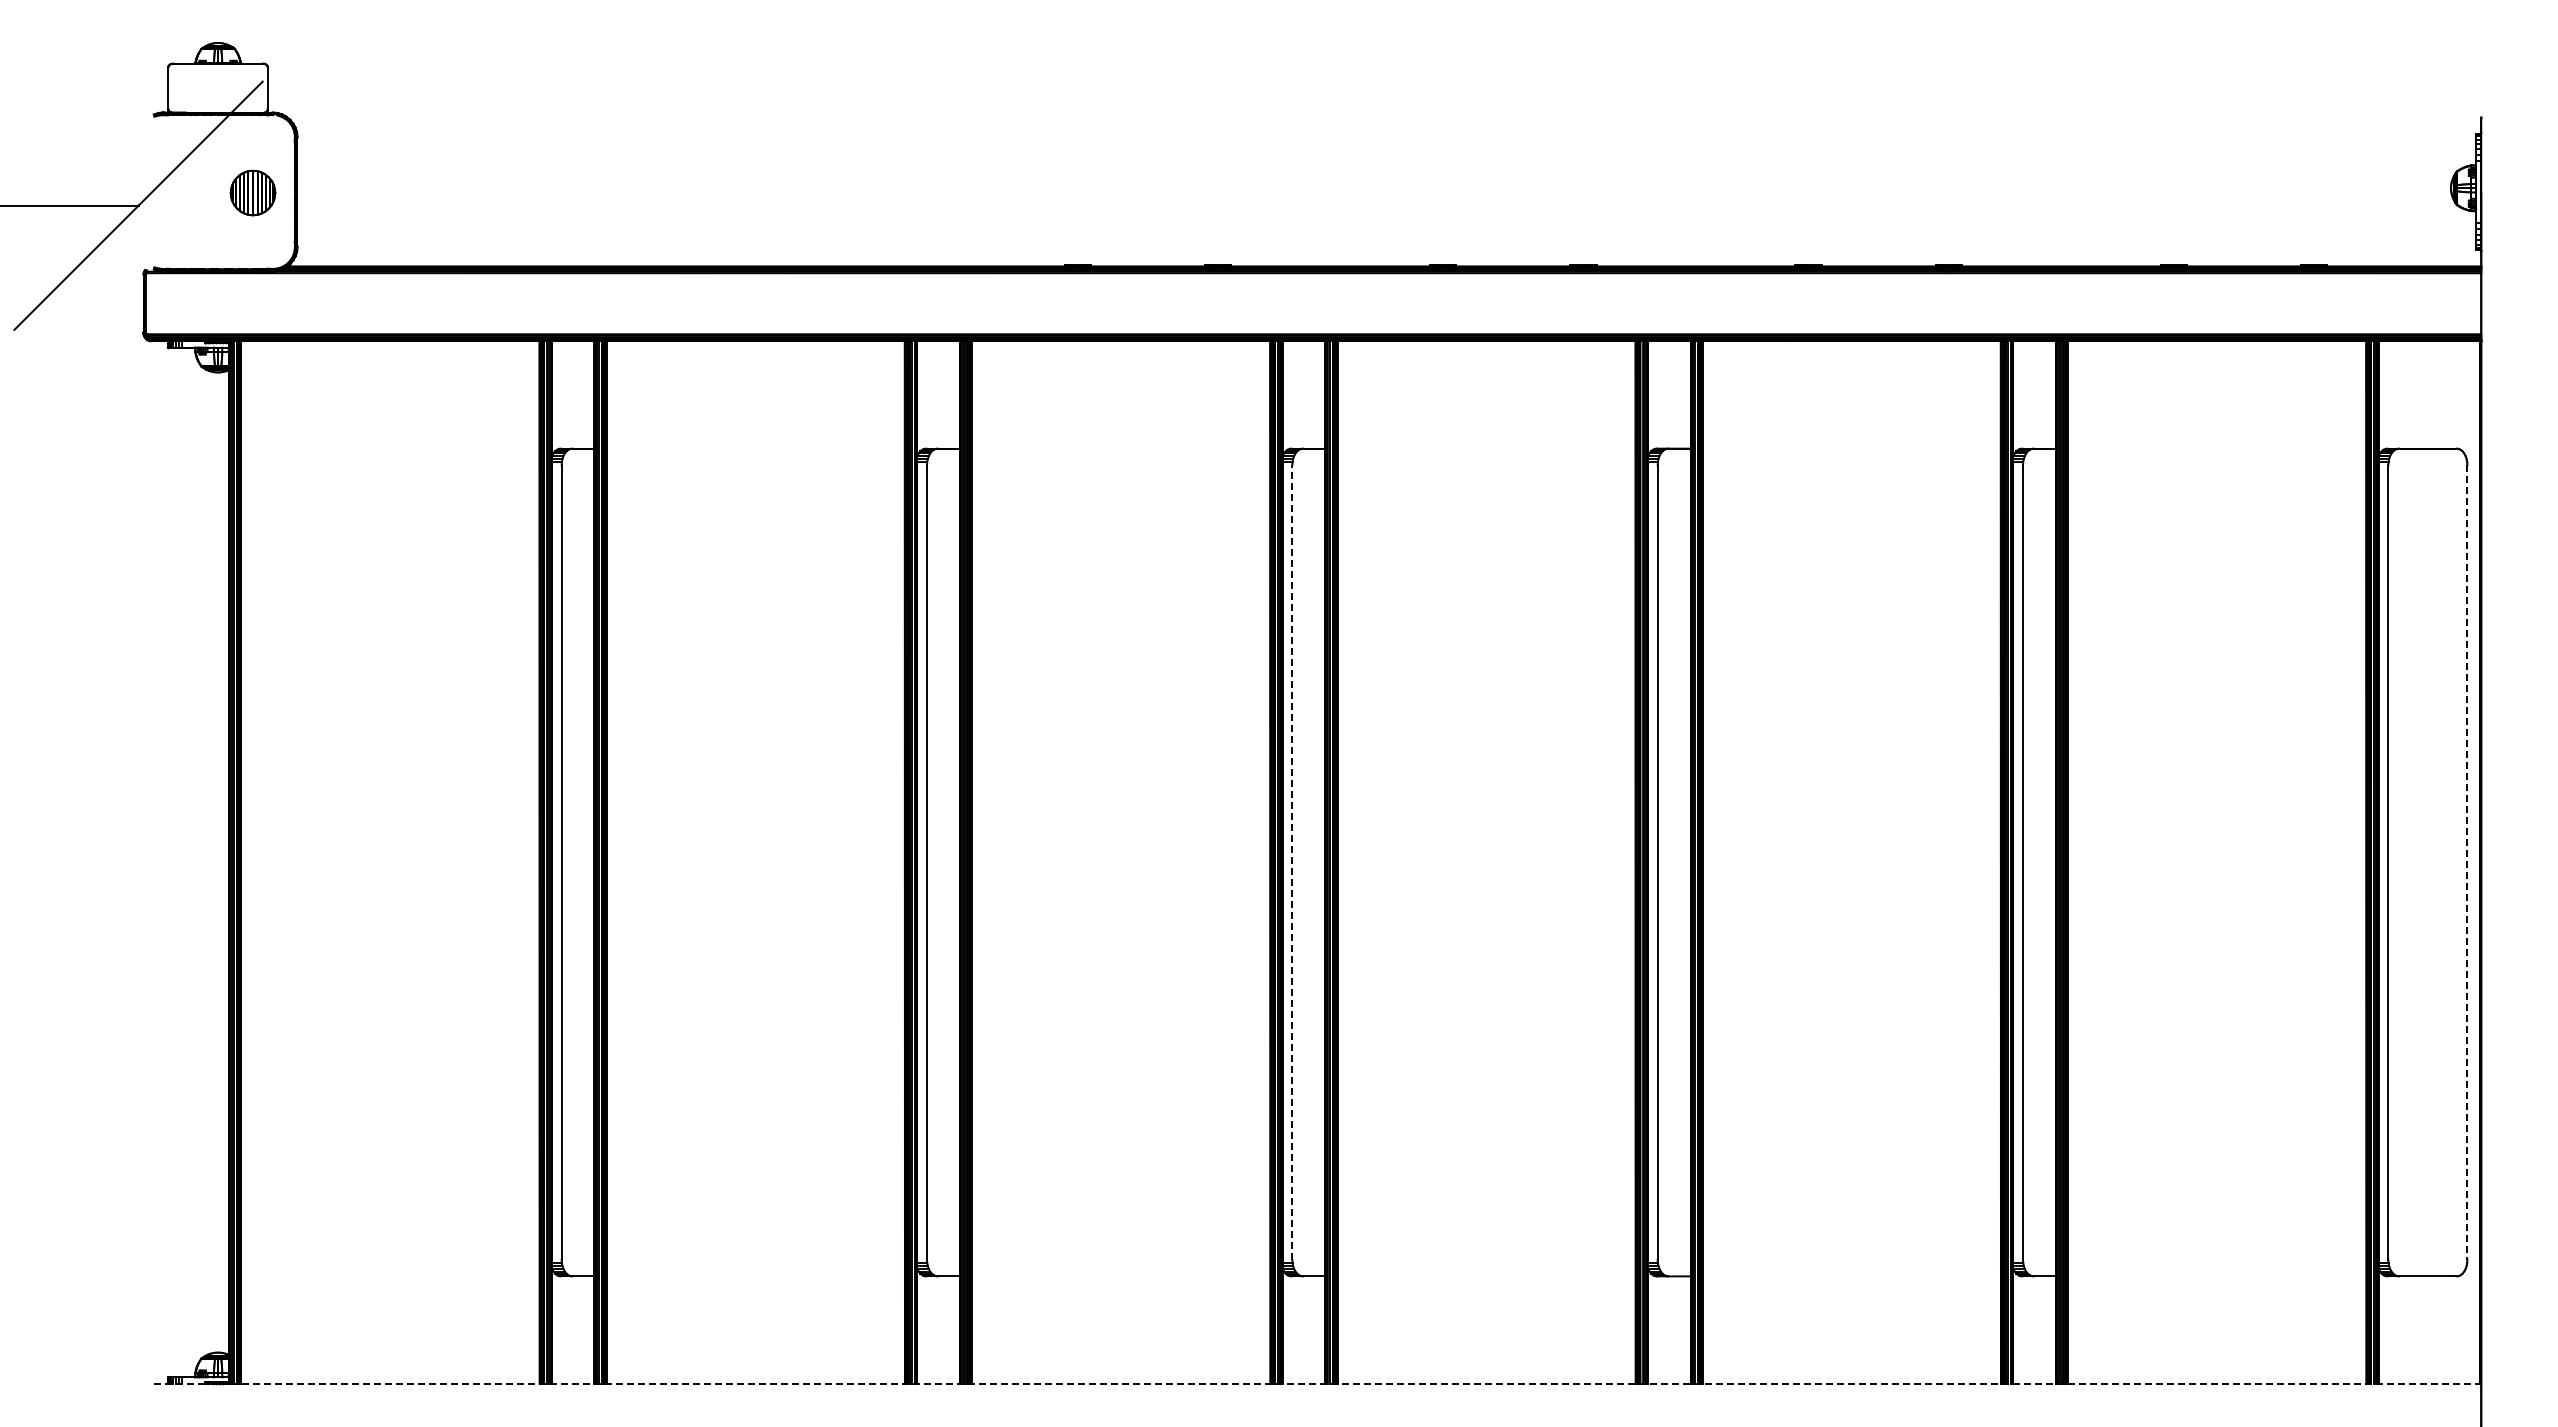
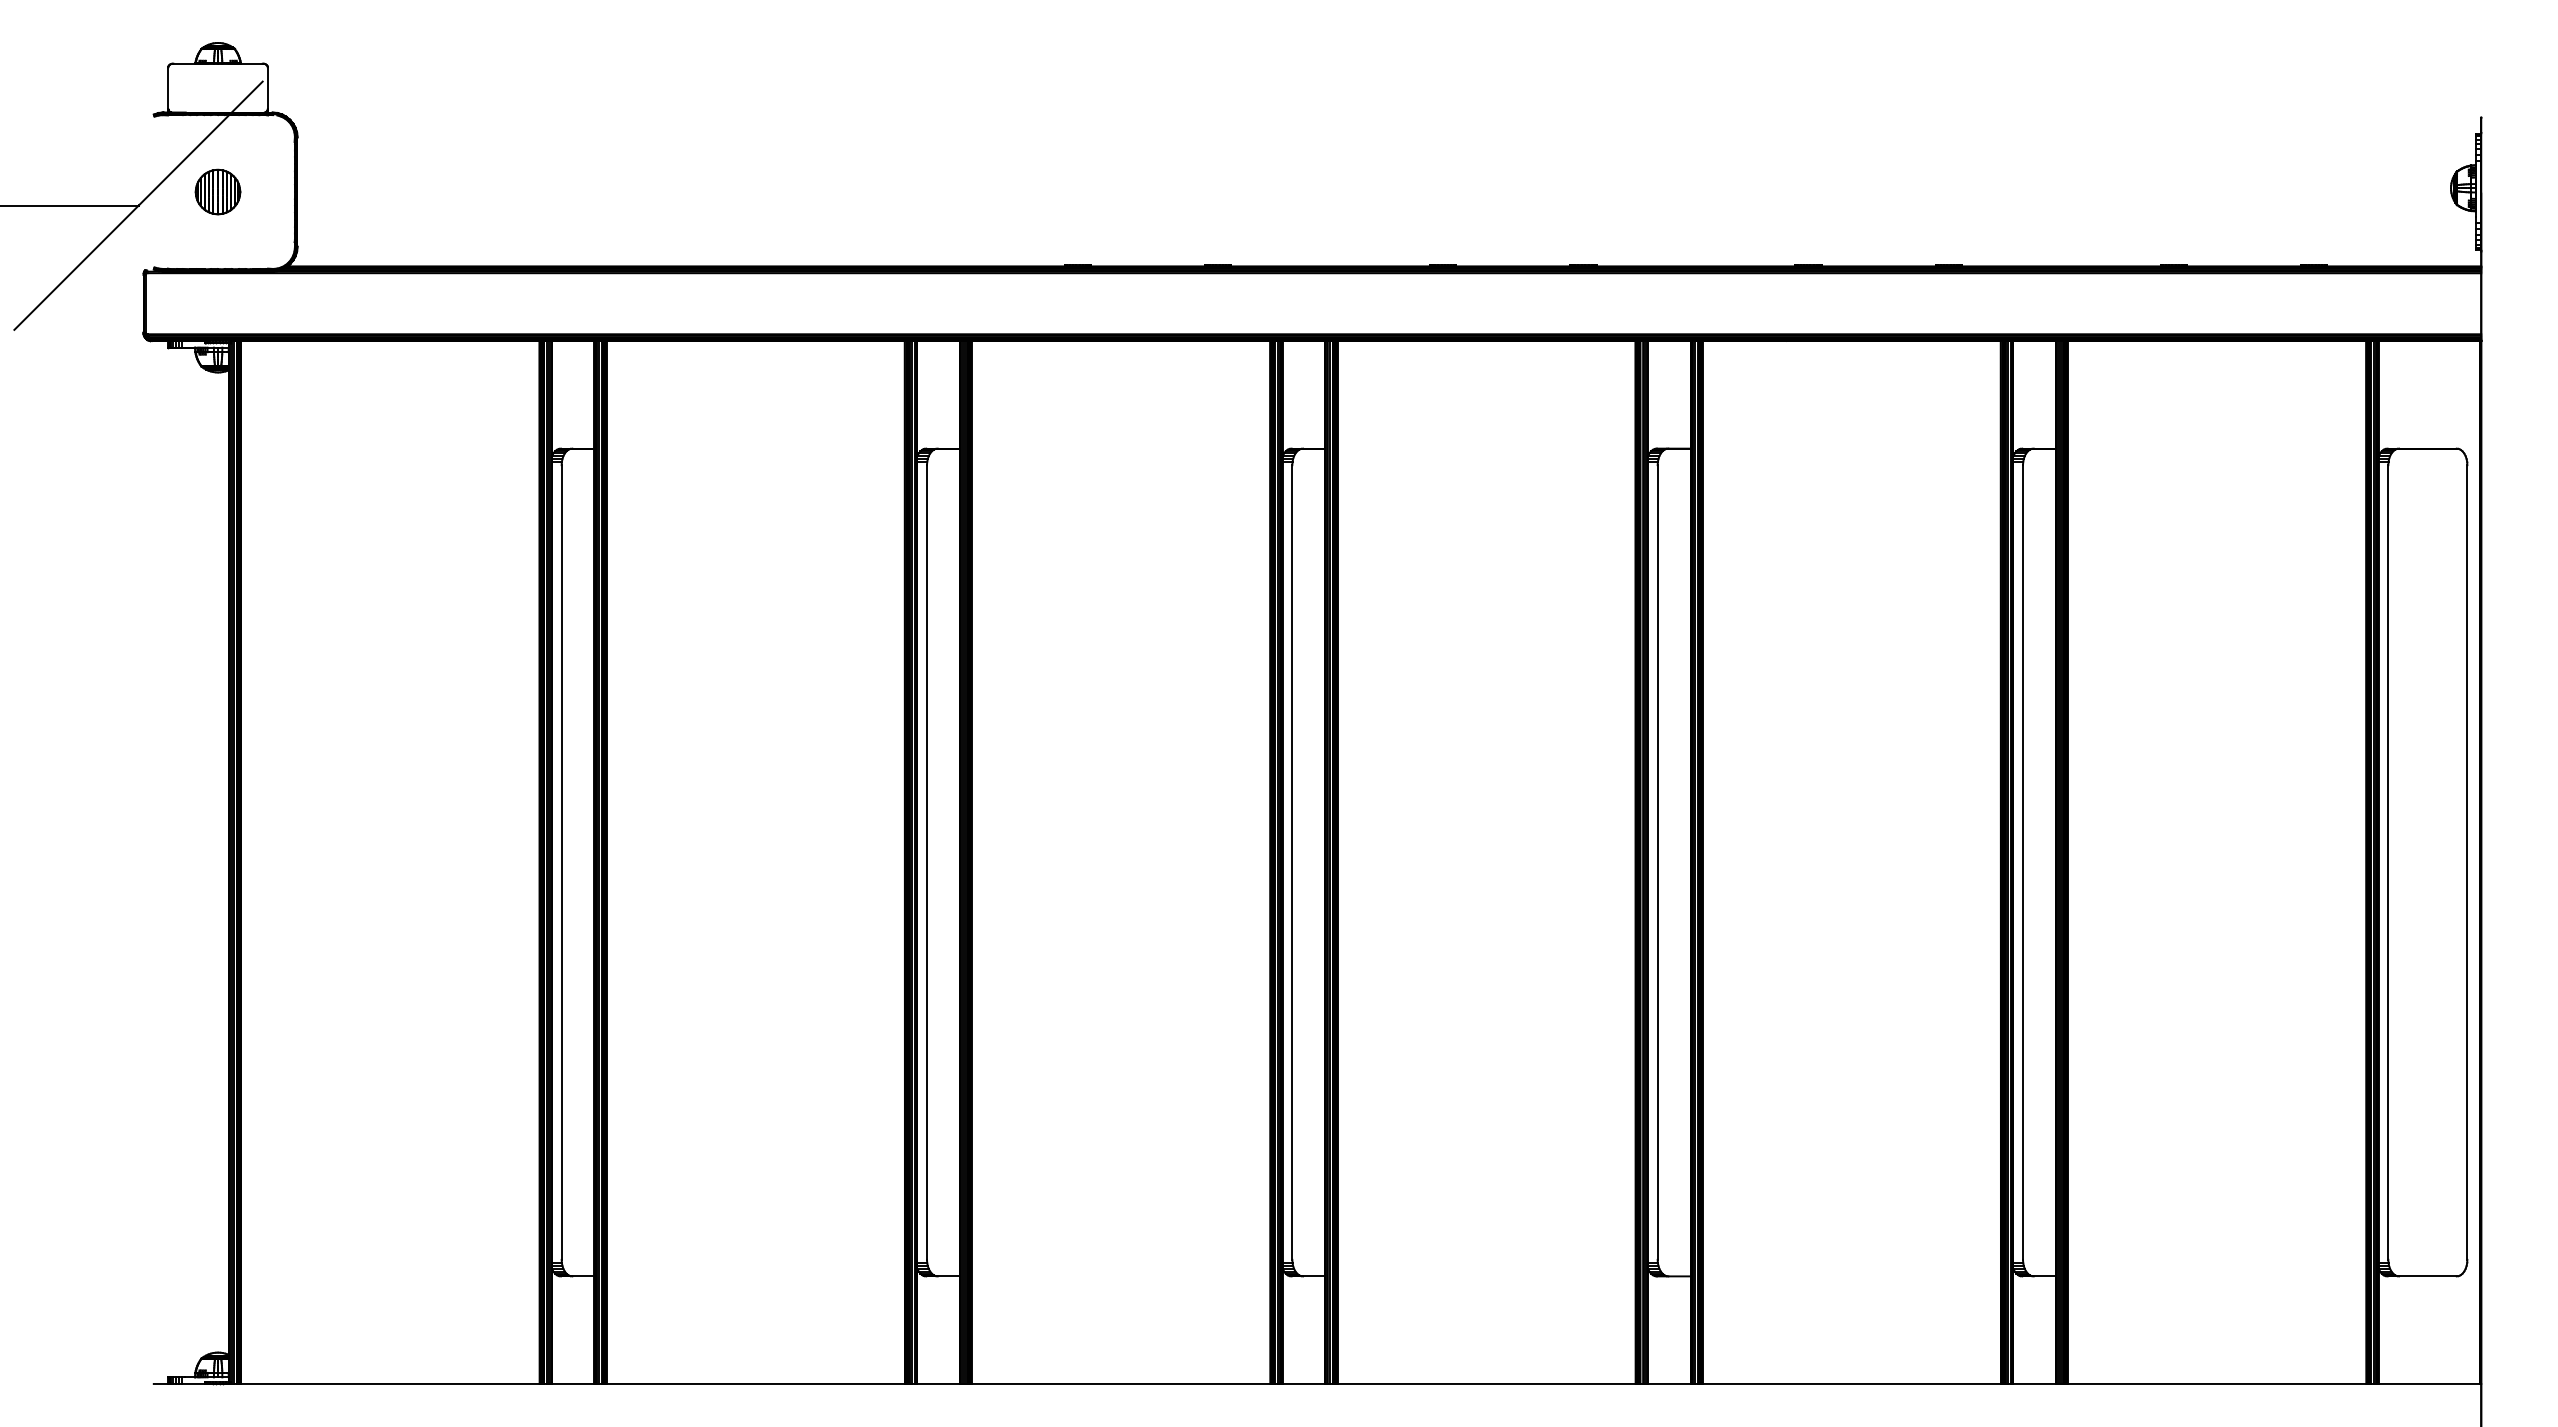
part at (252, 192) position: (252, 192) -> (217, 191)
line at (1292, 862): dashed -> solid
line at (2467, 863): dashed -> solid
line at (1317, 1383): dashed -> solid
